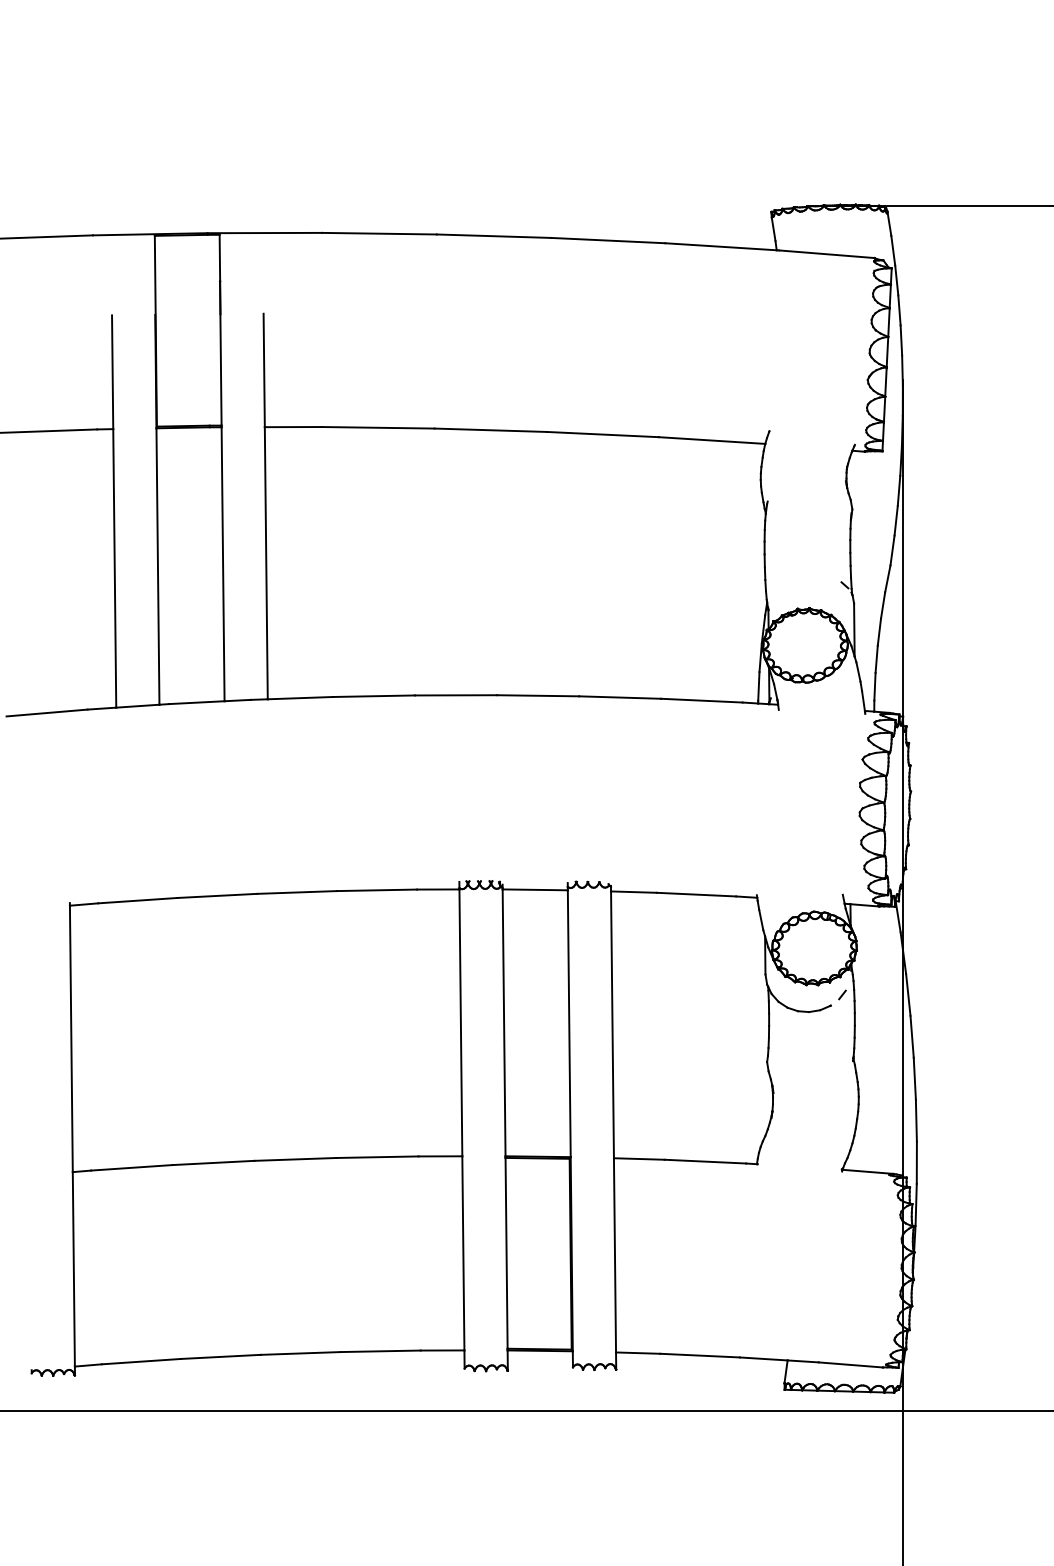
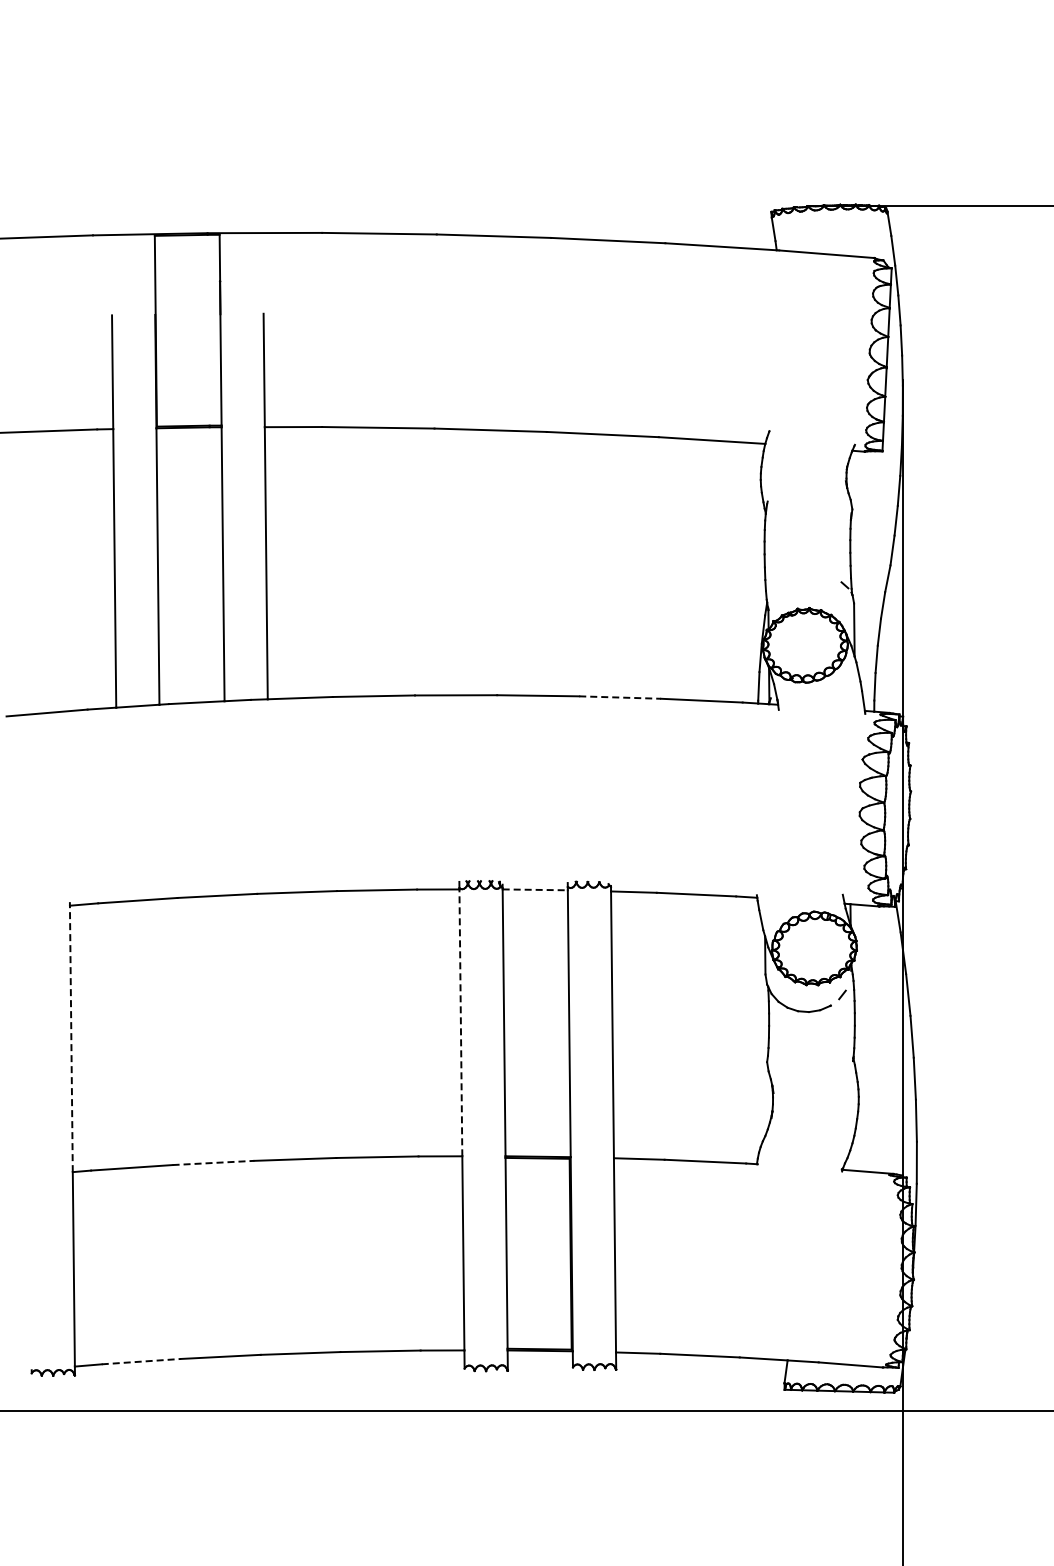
line at (620, 697): solid -> dashed
line at (535, 889): solid -> dashed
line at (460, 1022): solid -> dashed
line at (71, 1038): solid -> dashed
line at (213, 1162): solid -> dashed
line at (141, 1361): solid -> dashed
